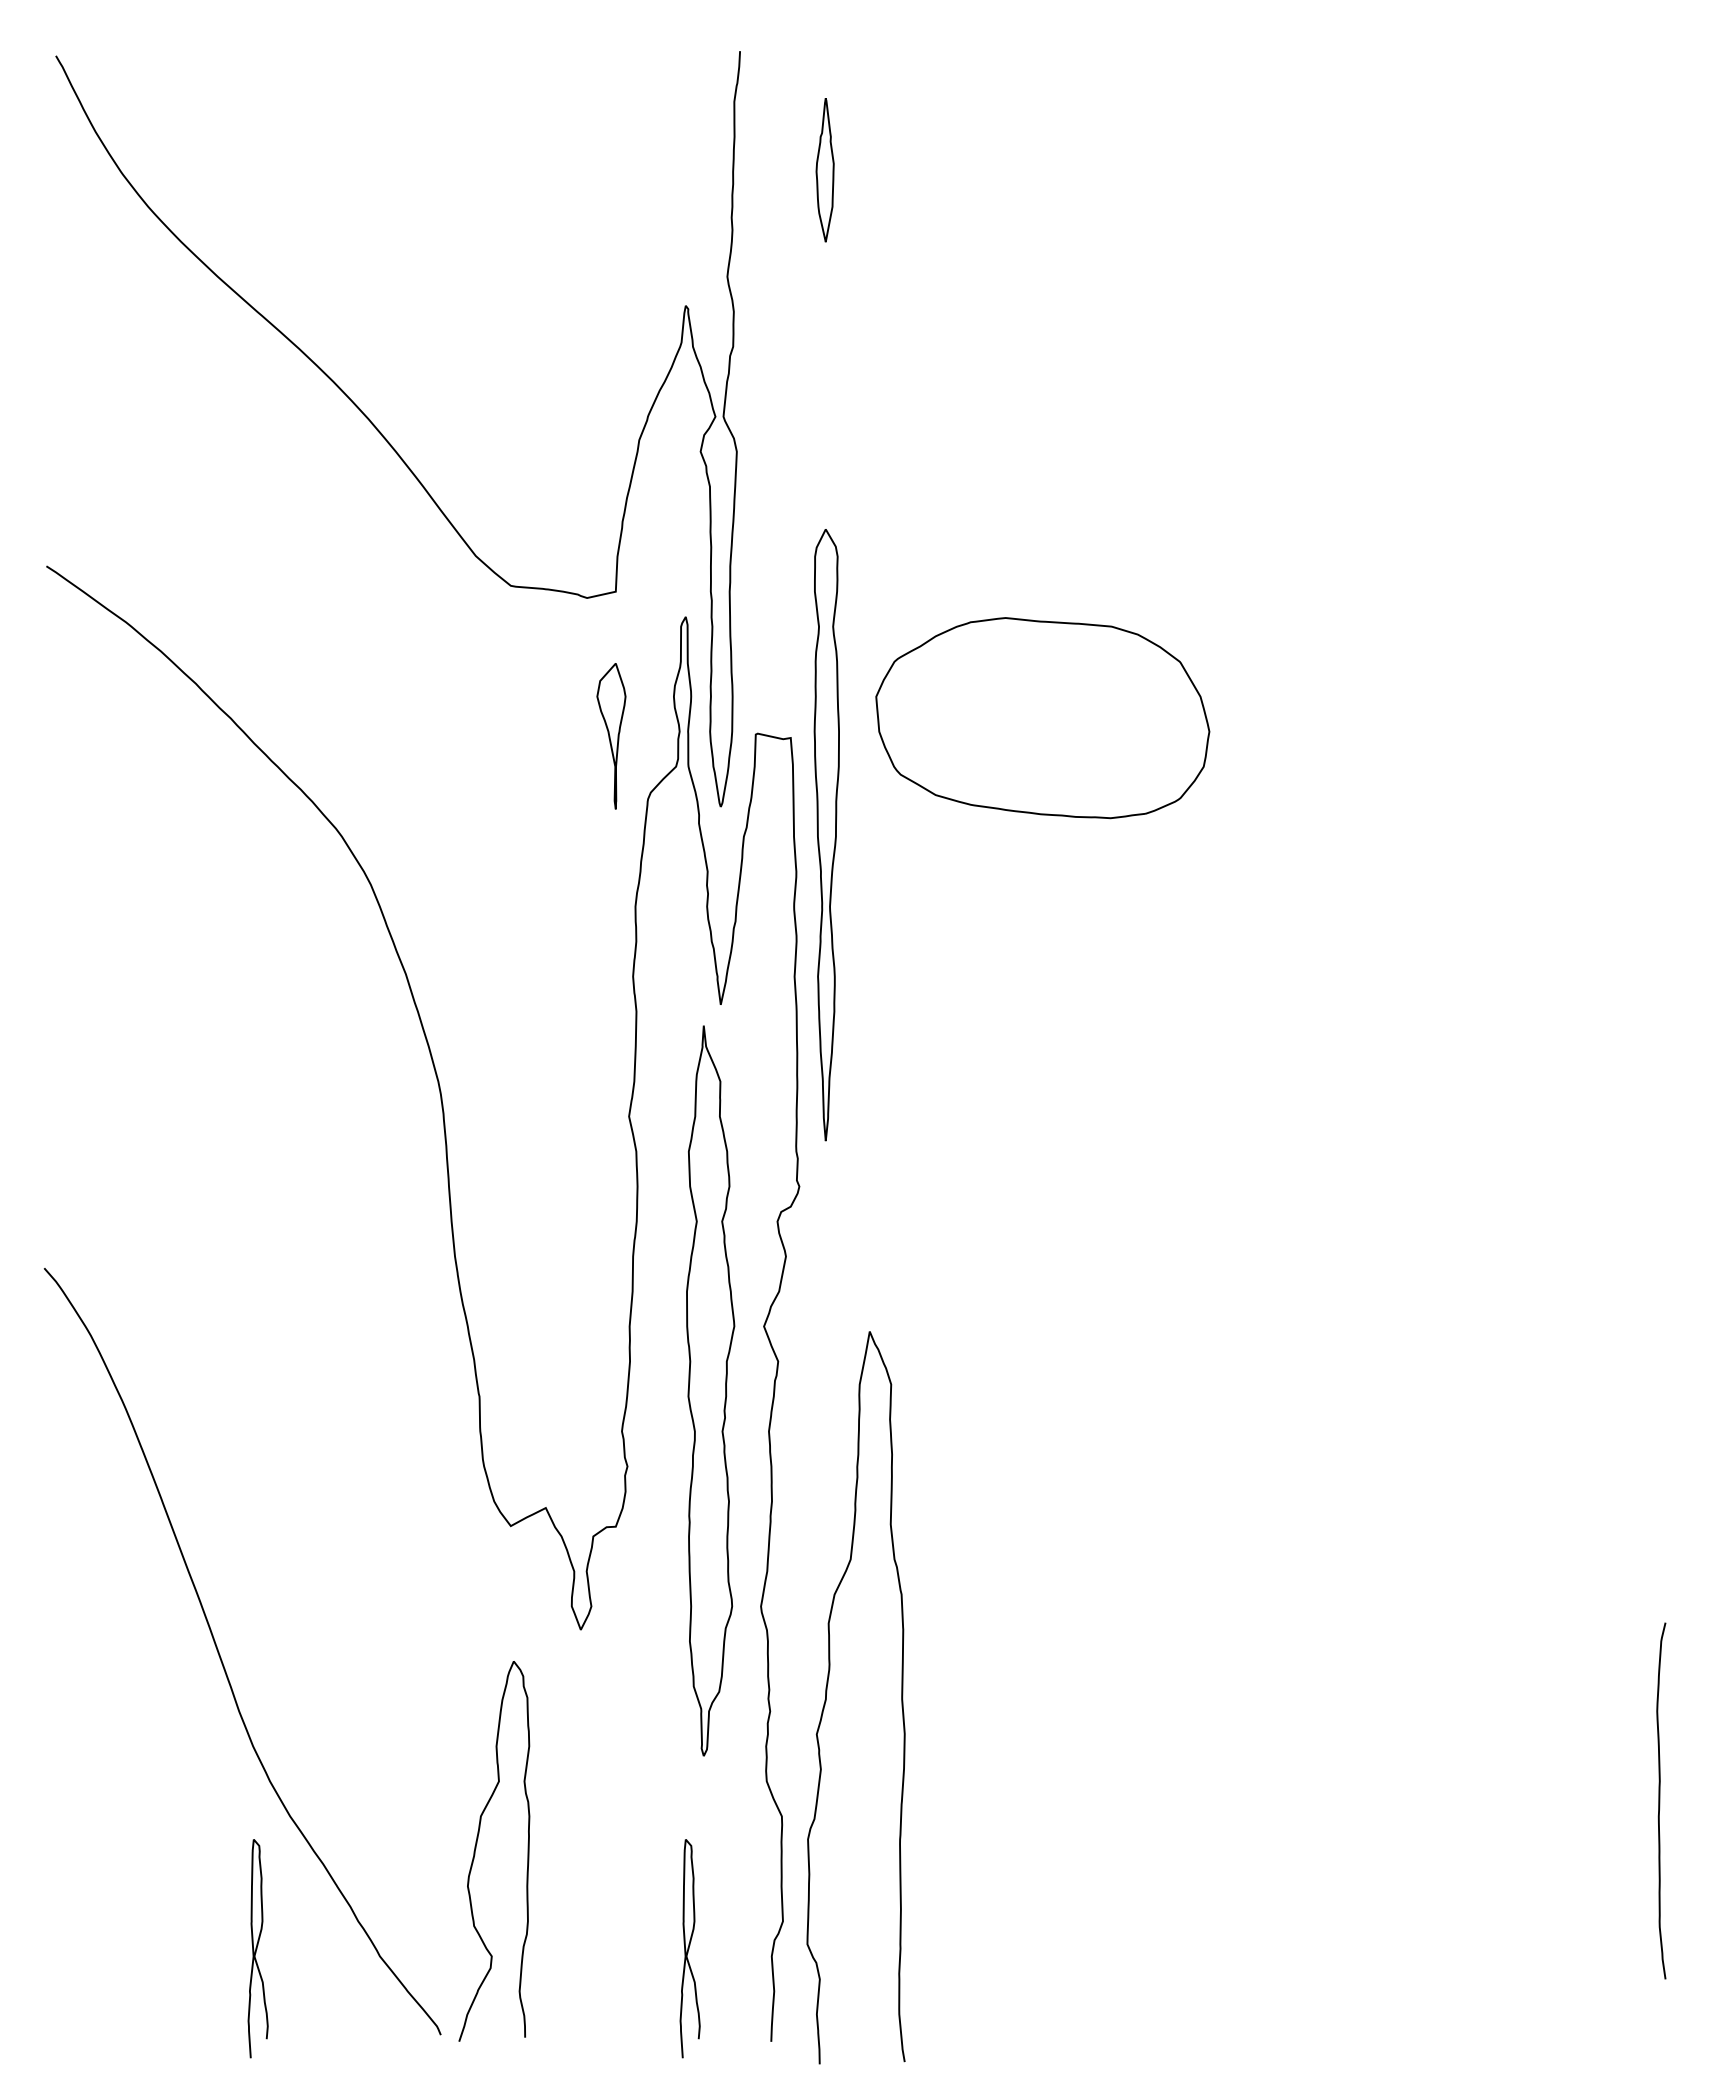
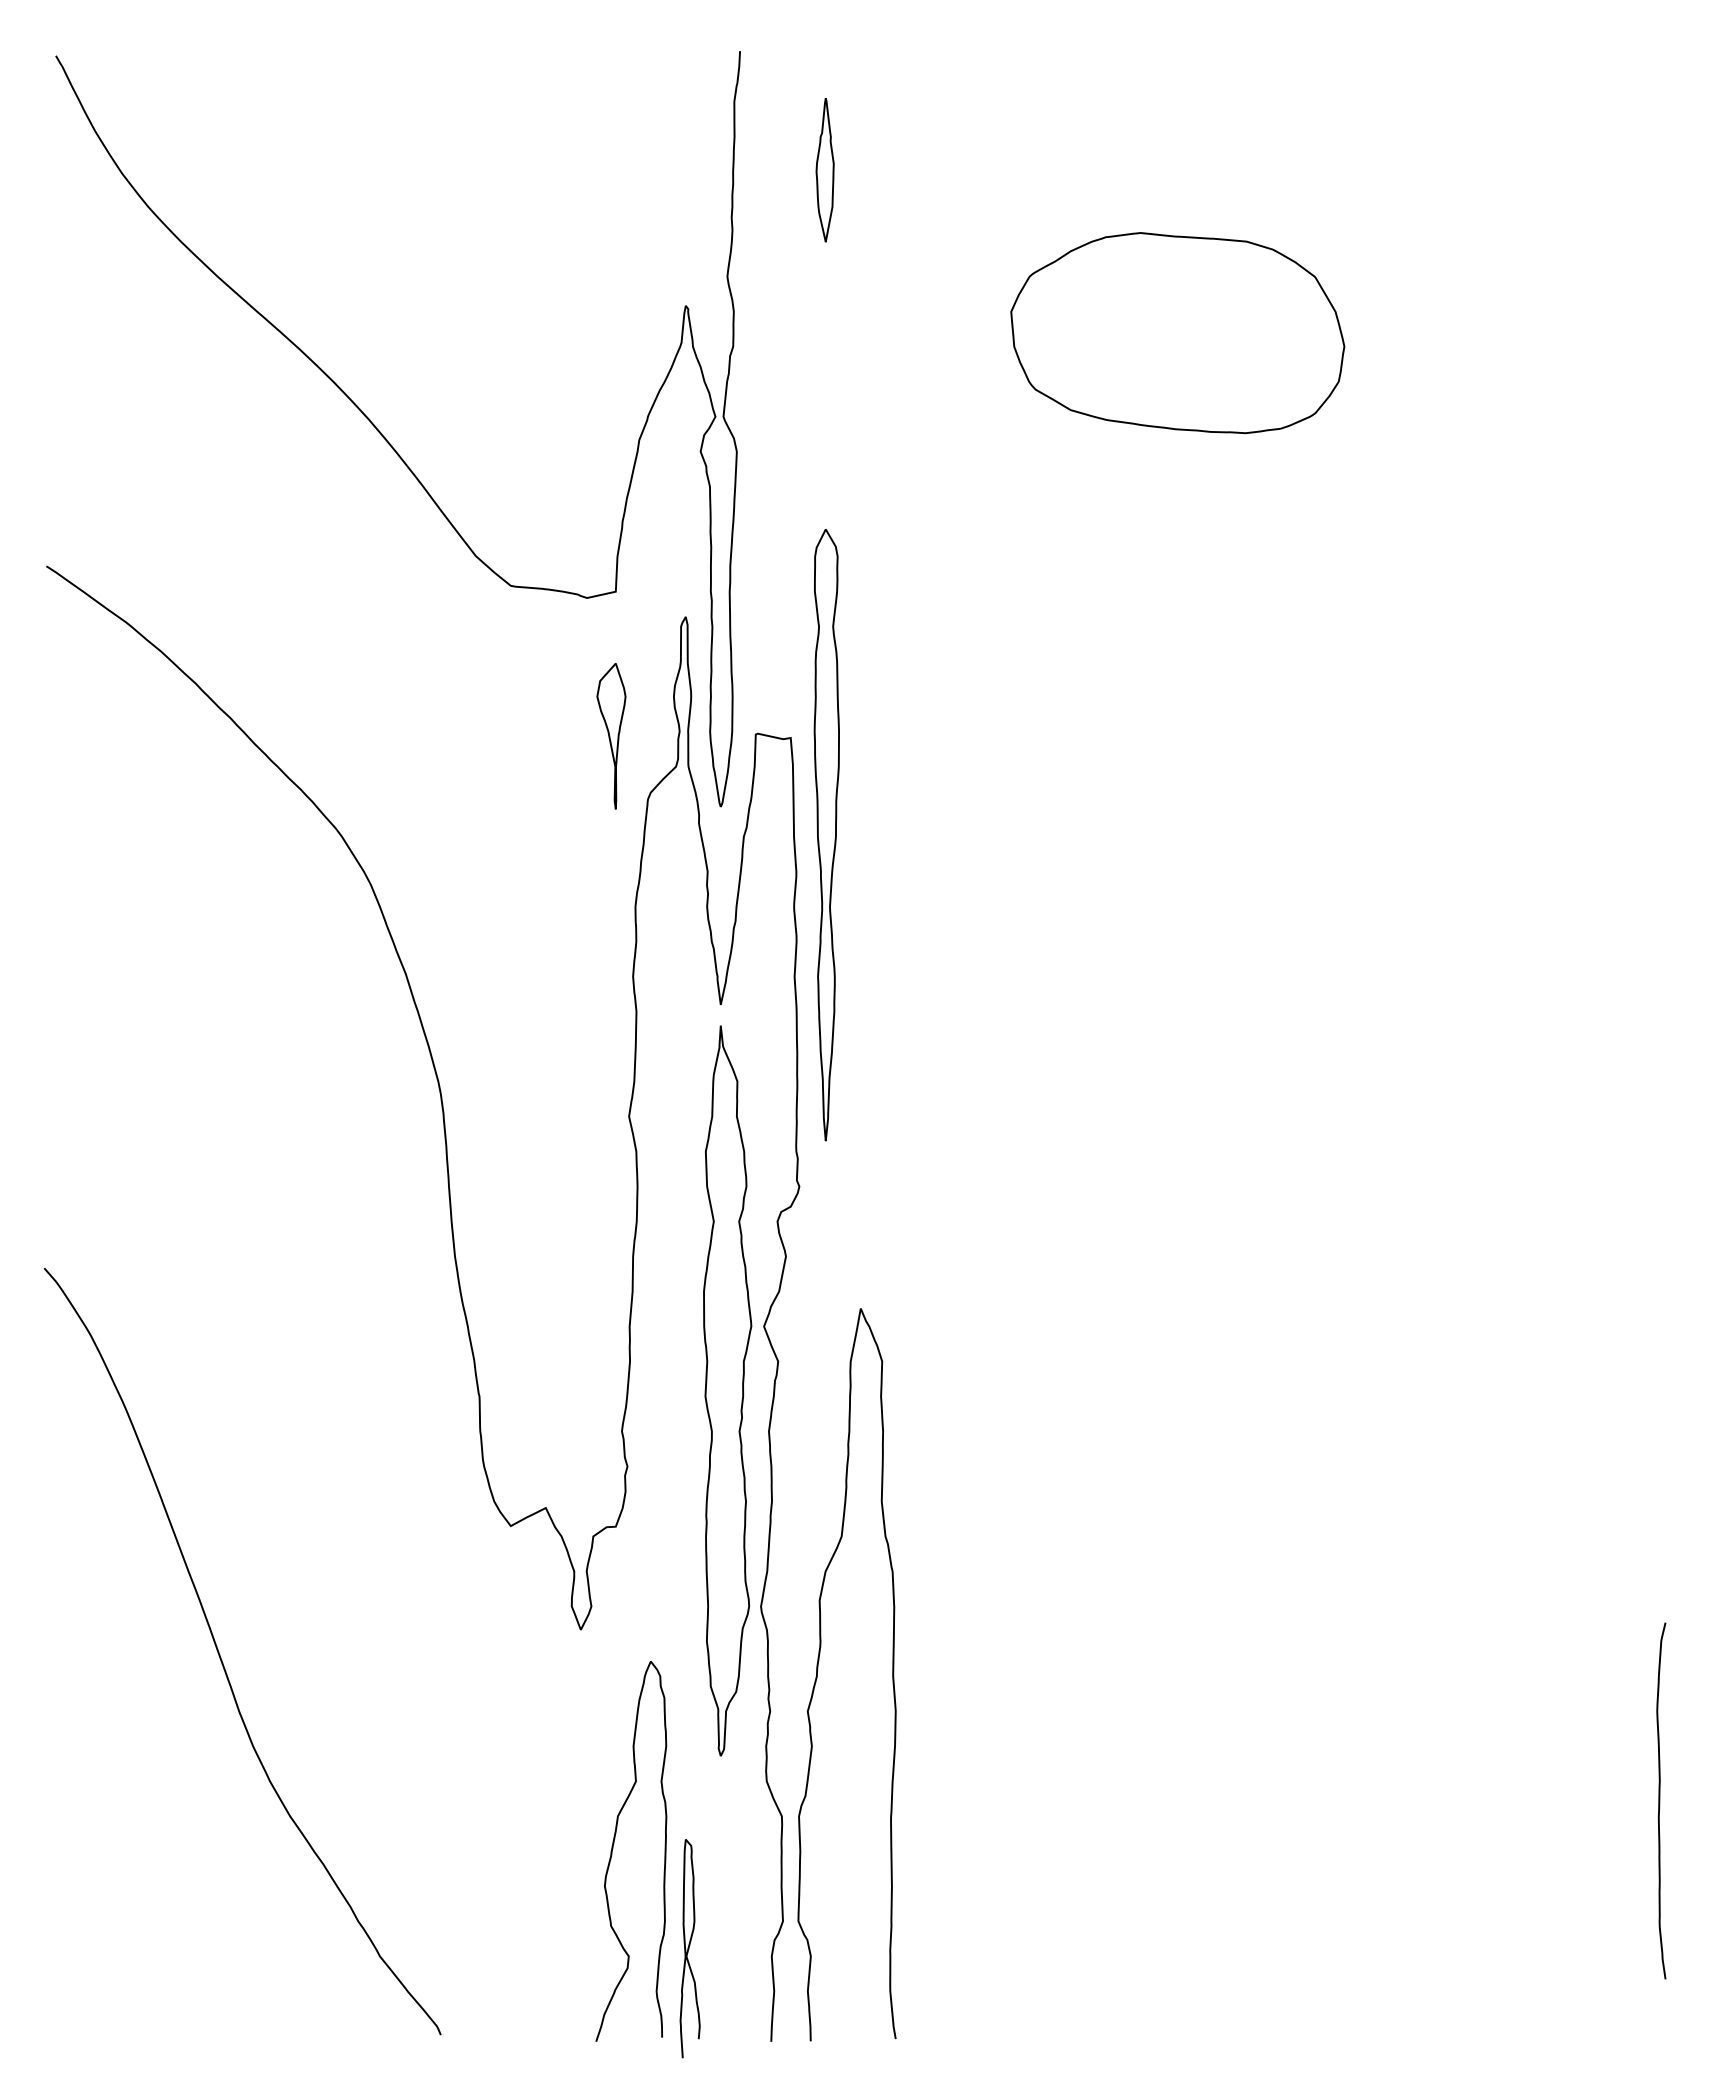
part at (1042, 718) position: (1042, 718) -> (1177, 333)
part at (710, 1390) position: (710, 1390) -> (727, 1390)
curve at (827, 1692) position: (827, 1692) -> (818, 1669)
curve at (476, 1848) position: (476, 1848) -> (613, 1848)
curve at (257, 1948): present -> none
